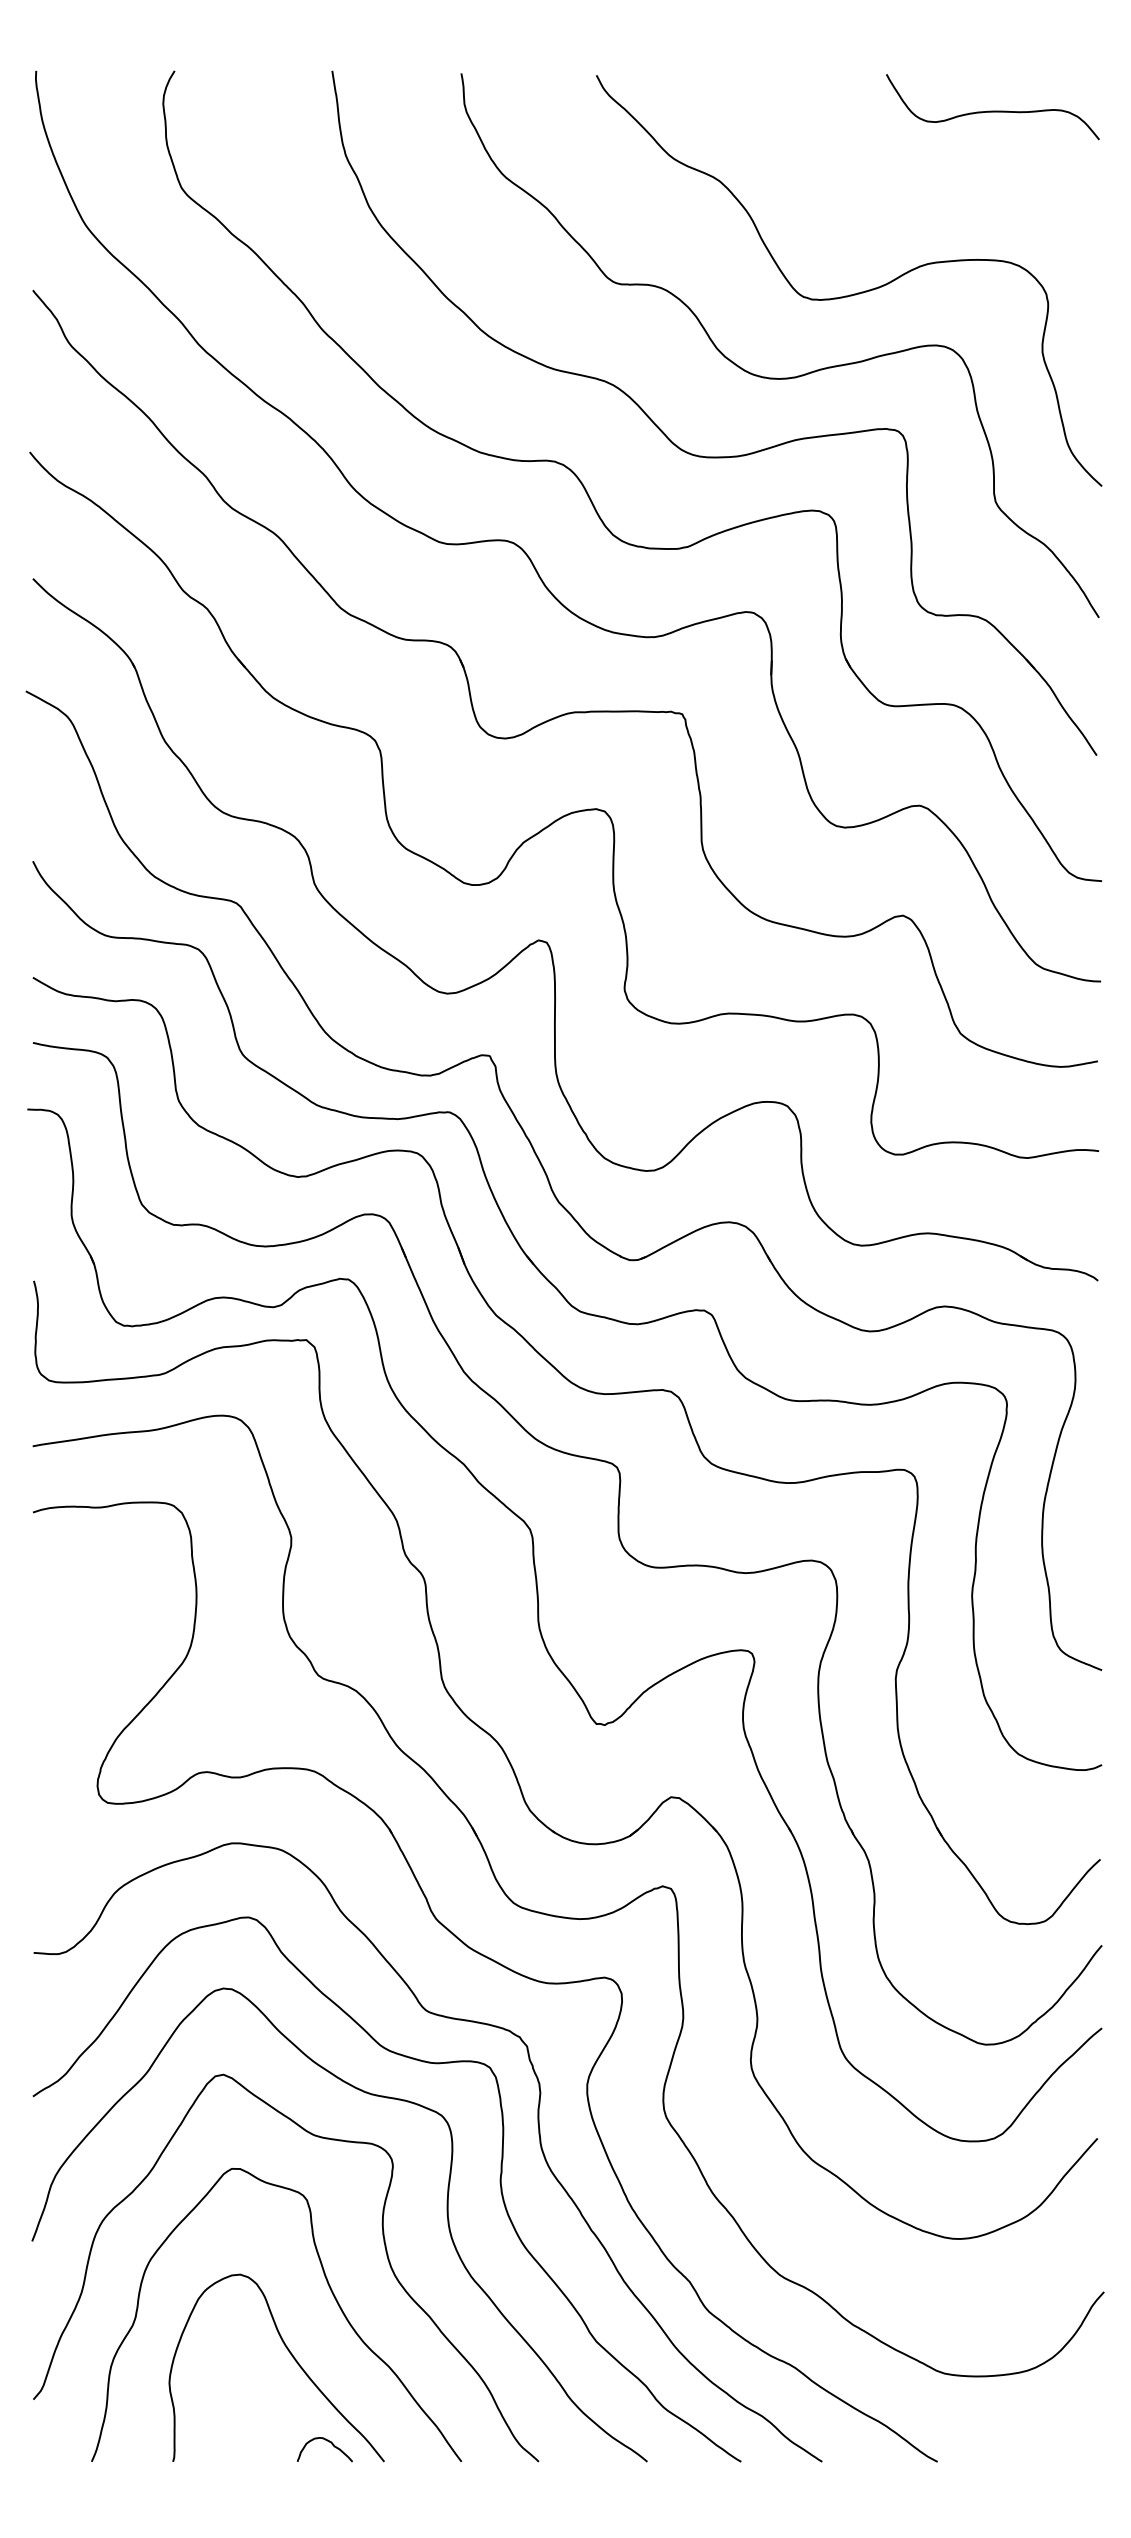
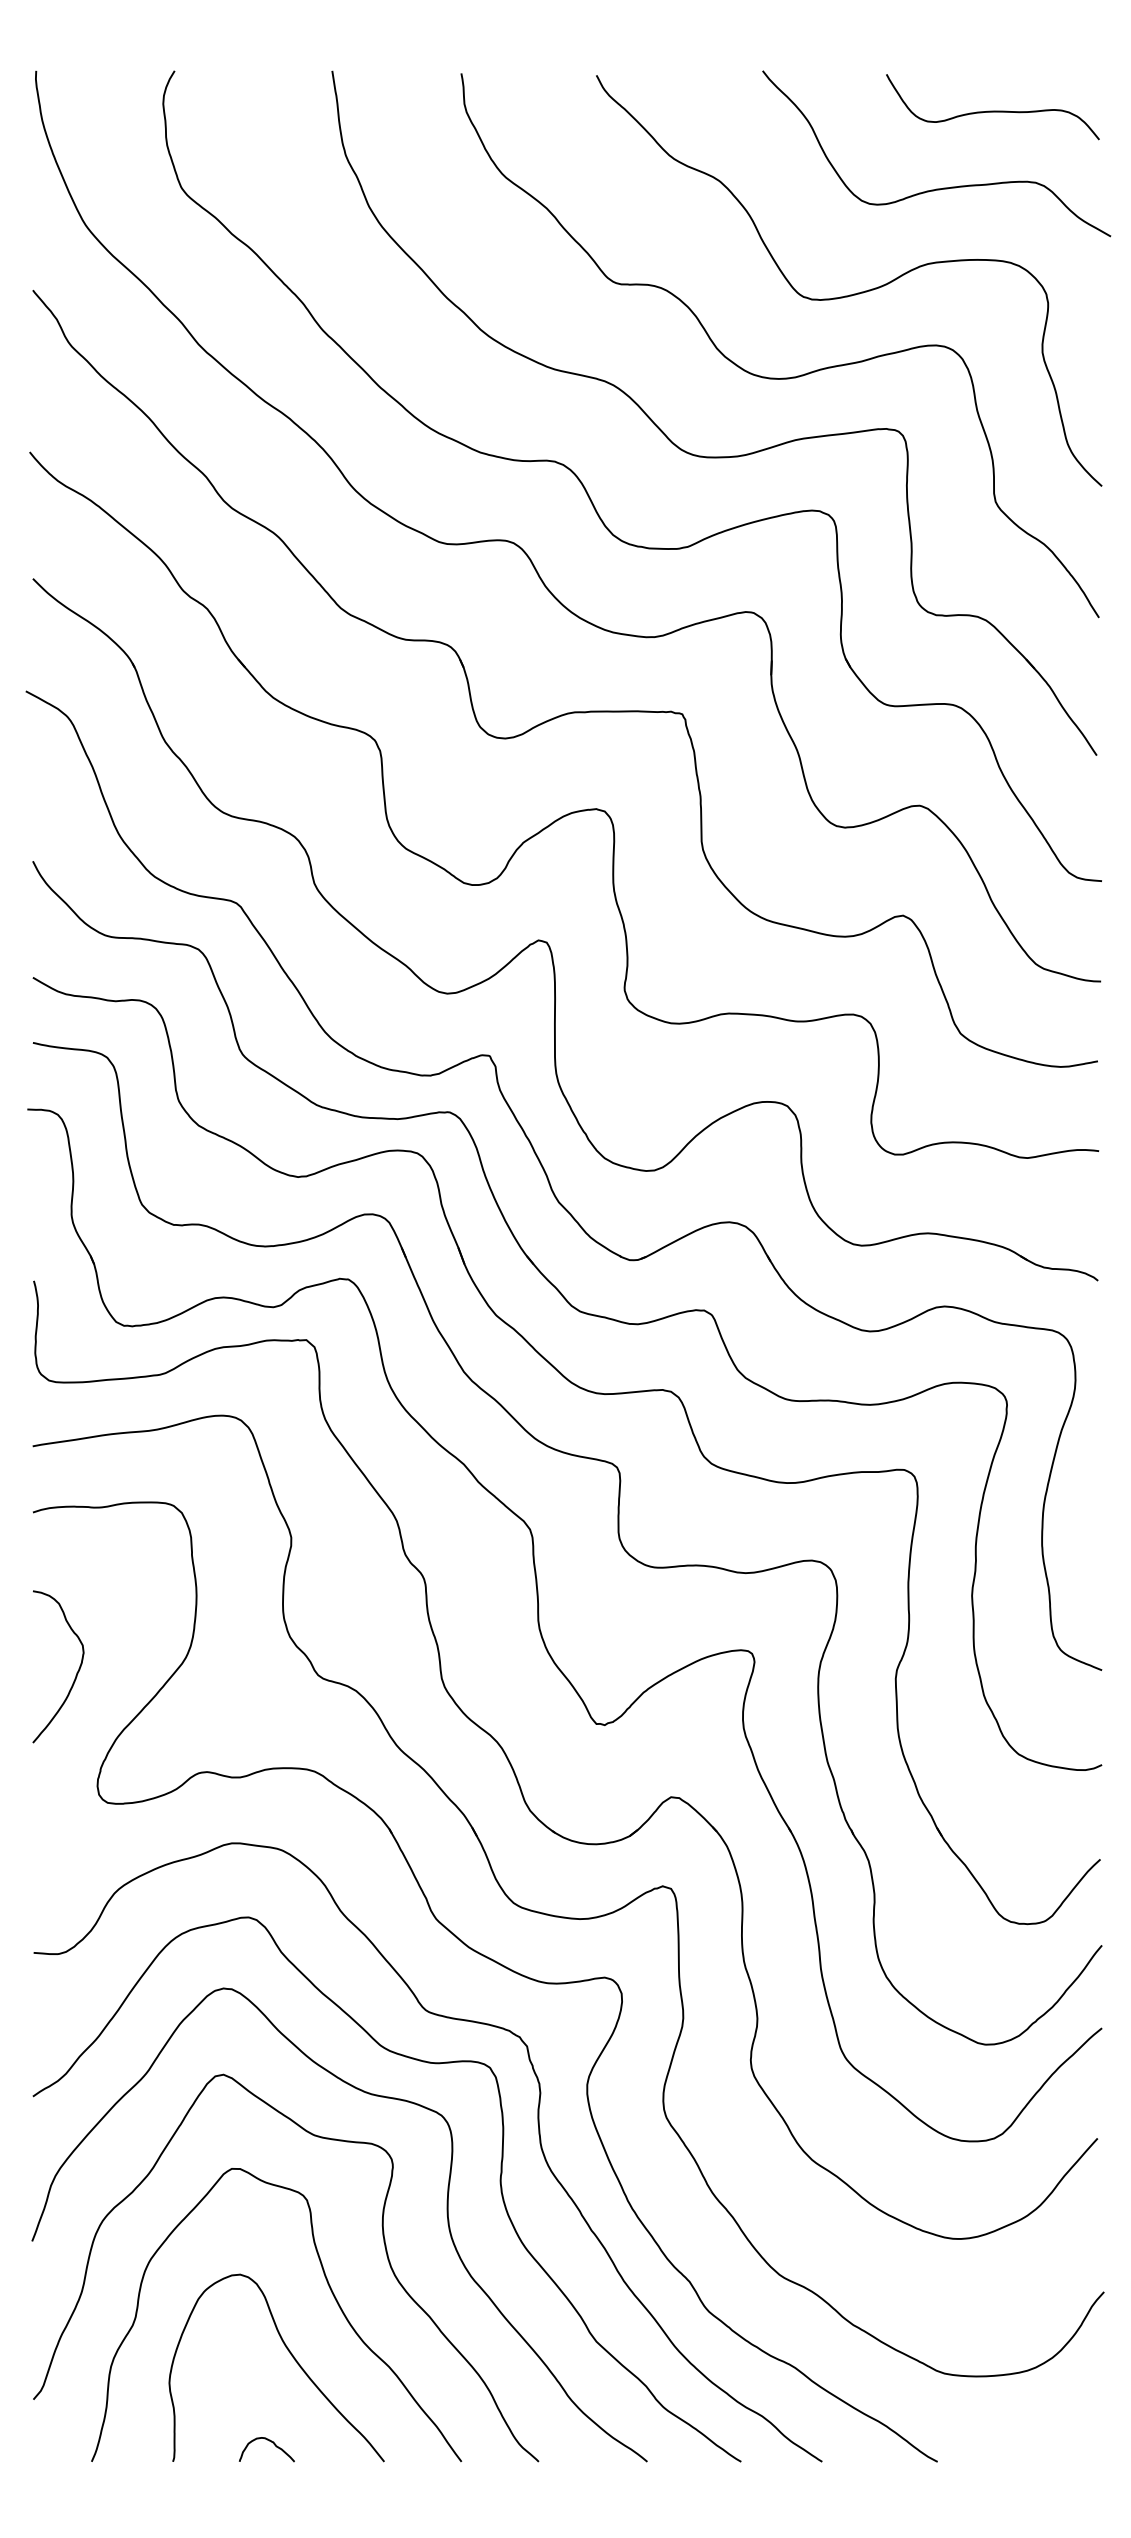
curve at (943, 187): none -> present
curve at (76, 1672): none -> present
curve at (330, 2443) position: (330, 2443) -> (272, 2443)
